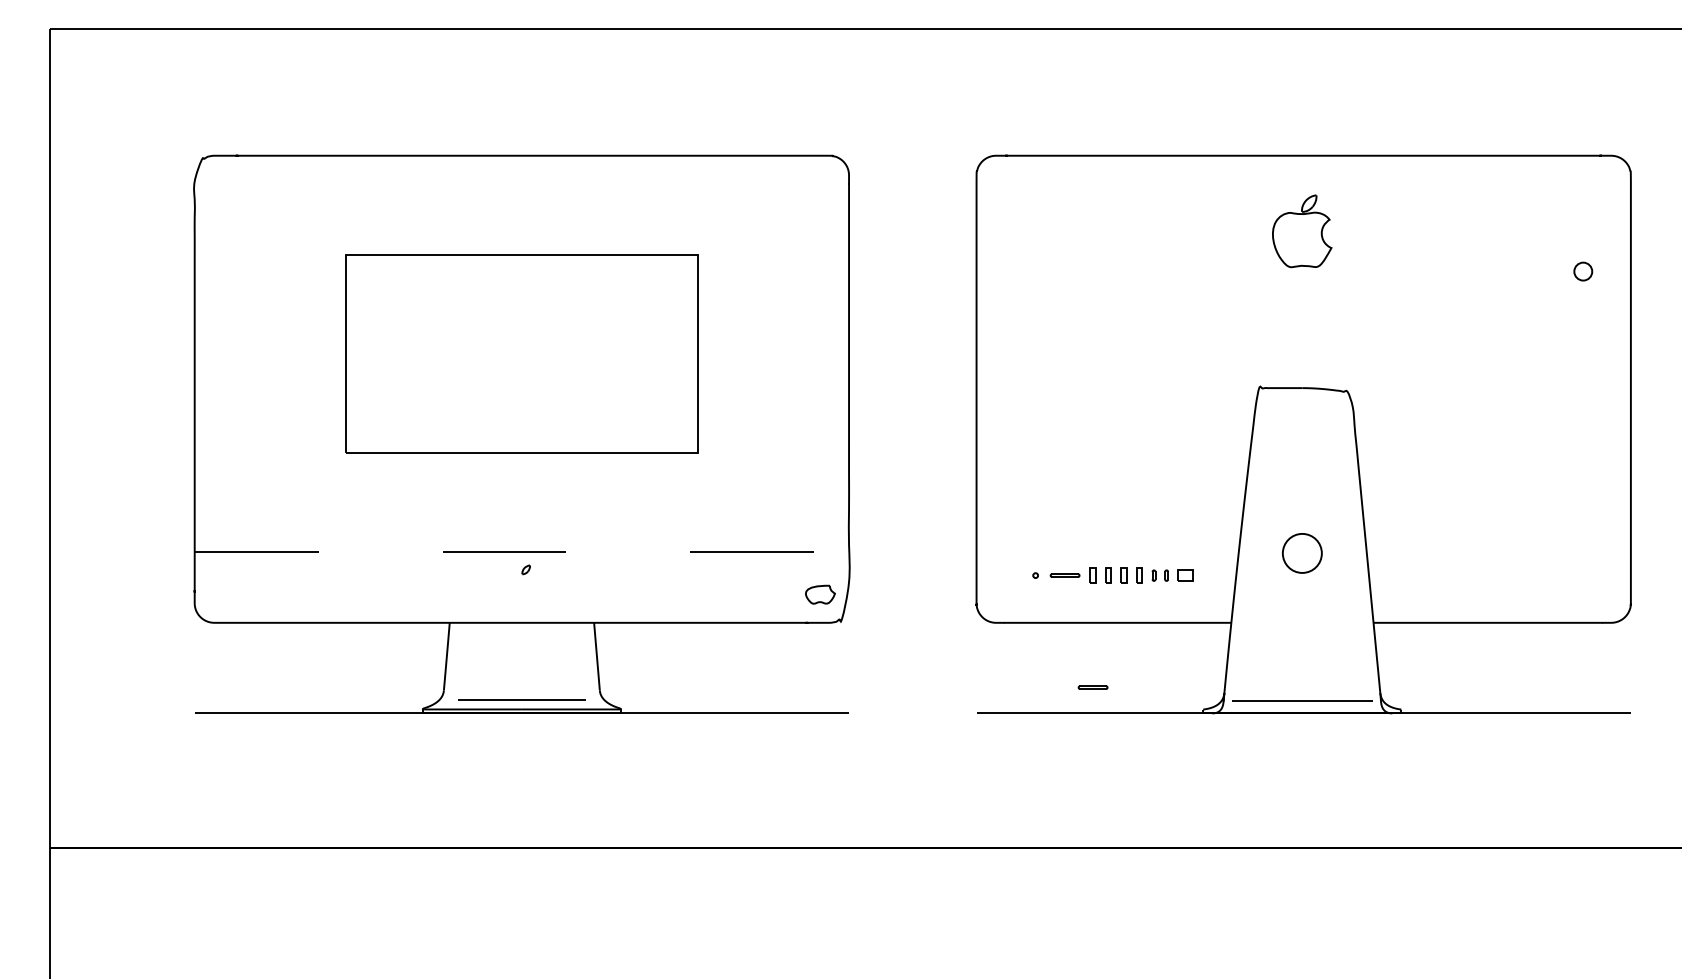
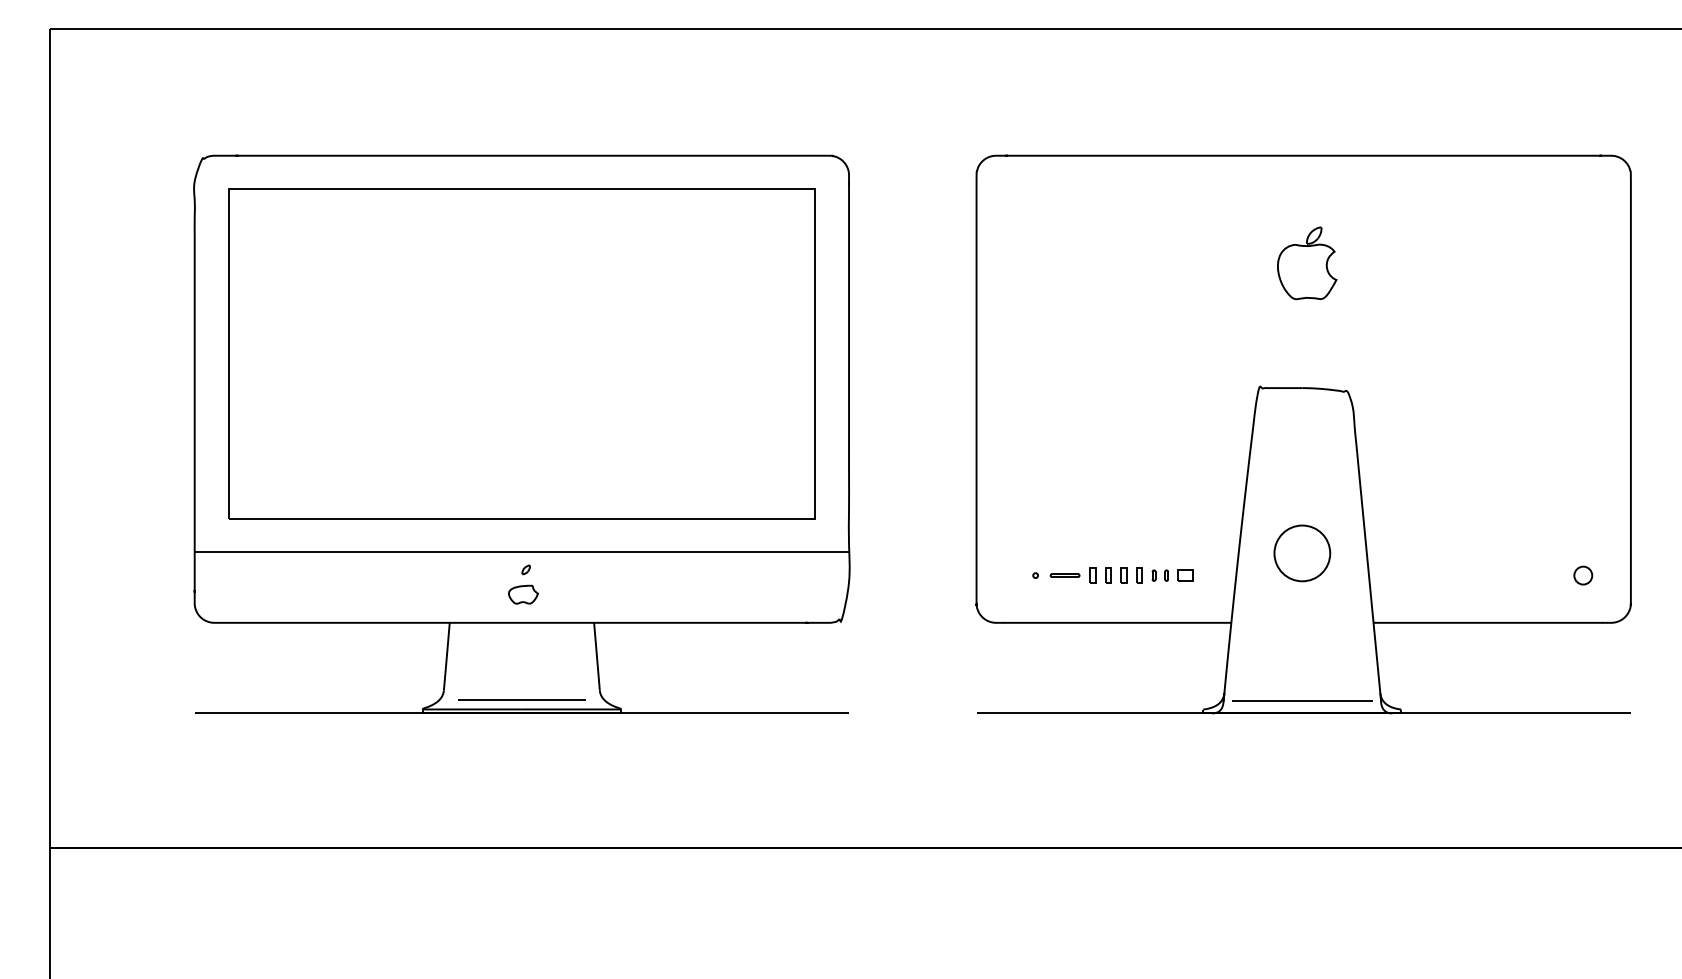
part at (1302, 231) position: (1302, 231) -> (1307, 263)
circle at (1583, 271) position: (1583, 271) -> (1583, 575)
part at (521, 353) size: 354x200 px -> 588x332 px
line at (522, 552): dashed -> solid
circle at (1301, 552) diameter: 39 px -> 56 px
part at (820, 594) position: (820, 594) -> (523, 594)
line at (1092, 686): present -> none
